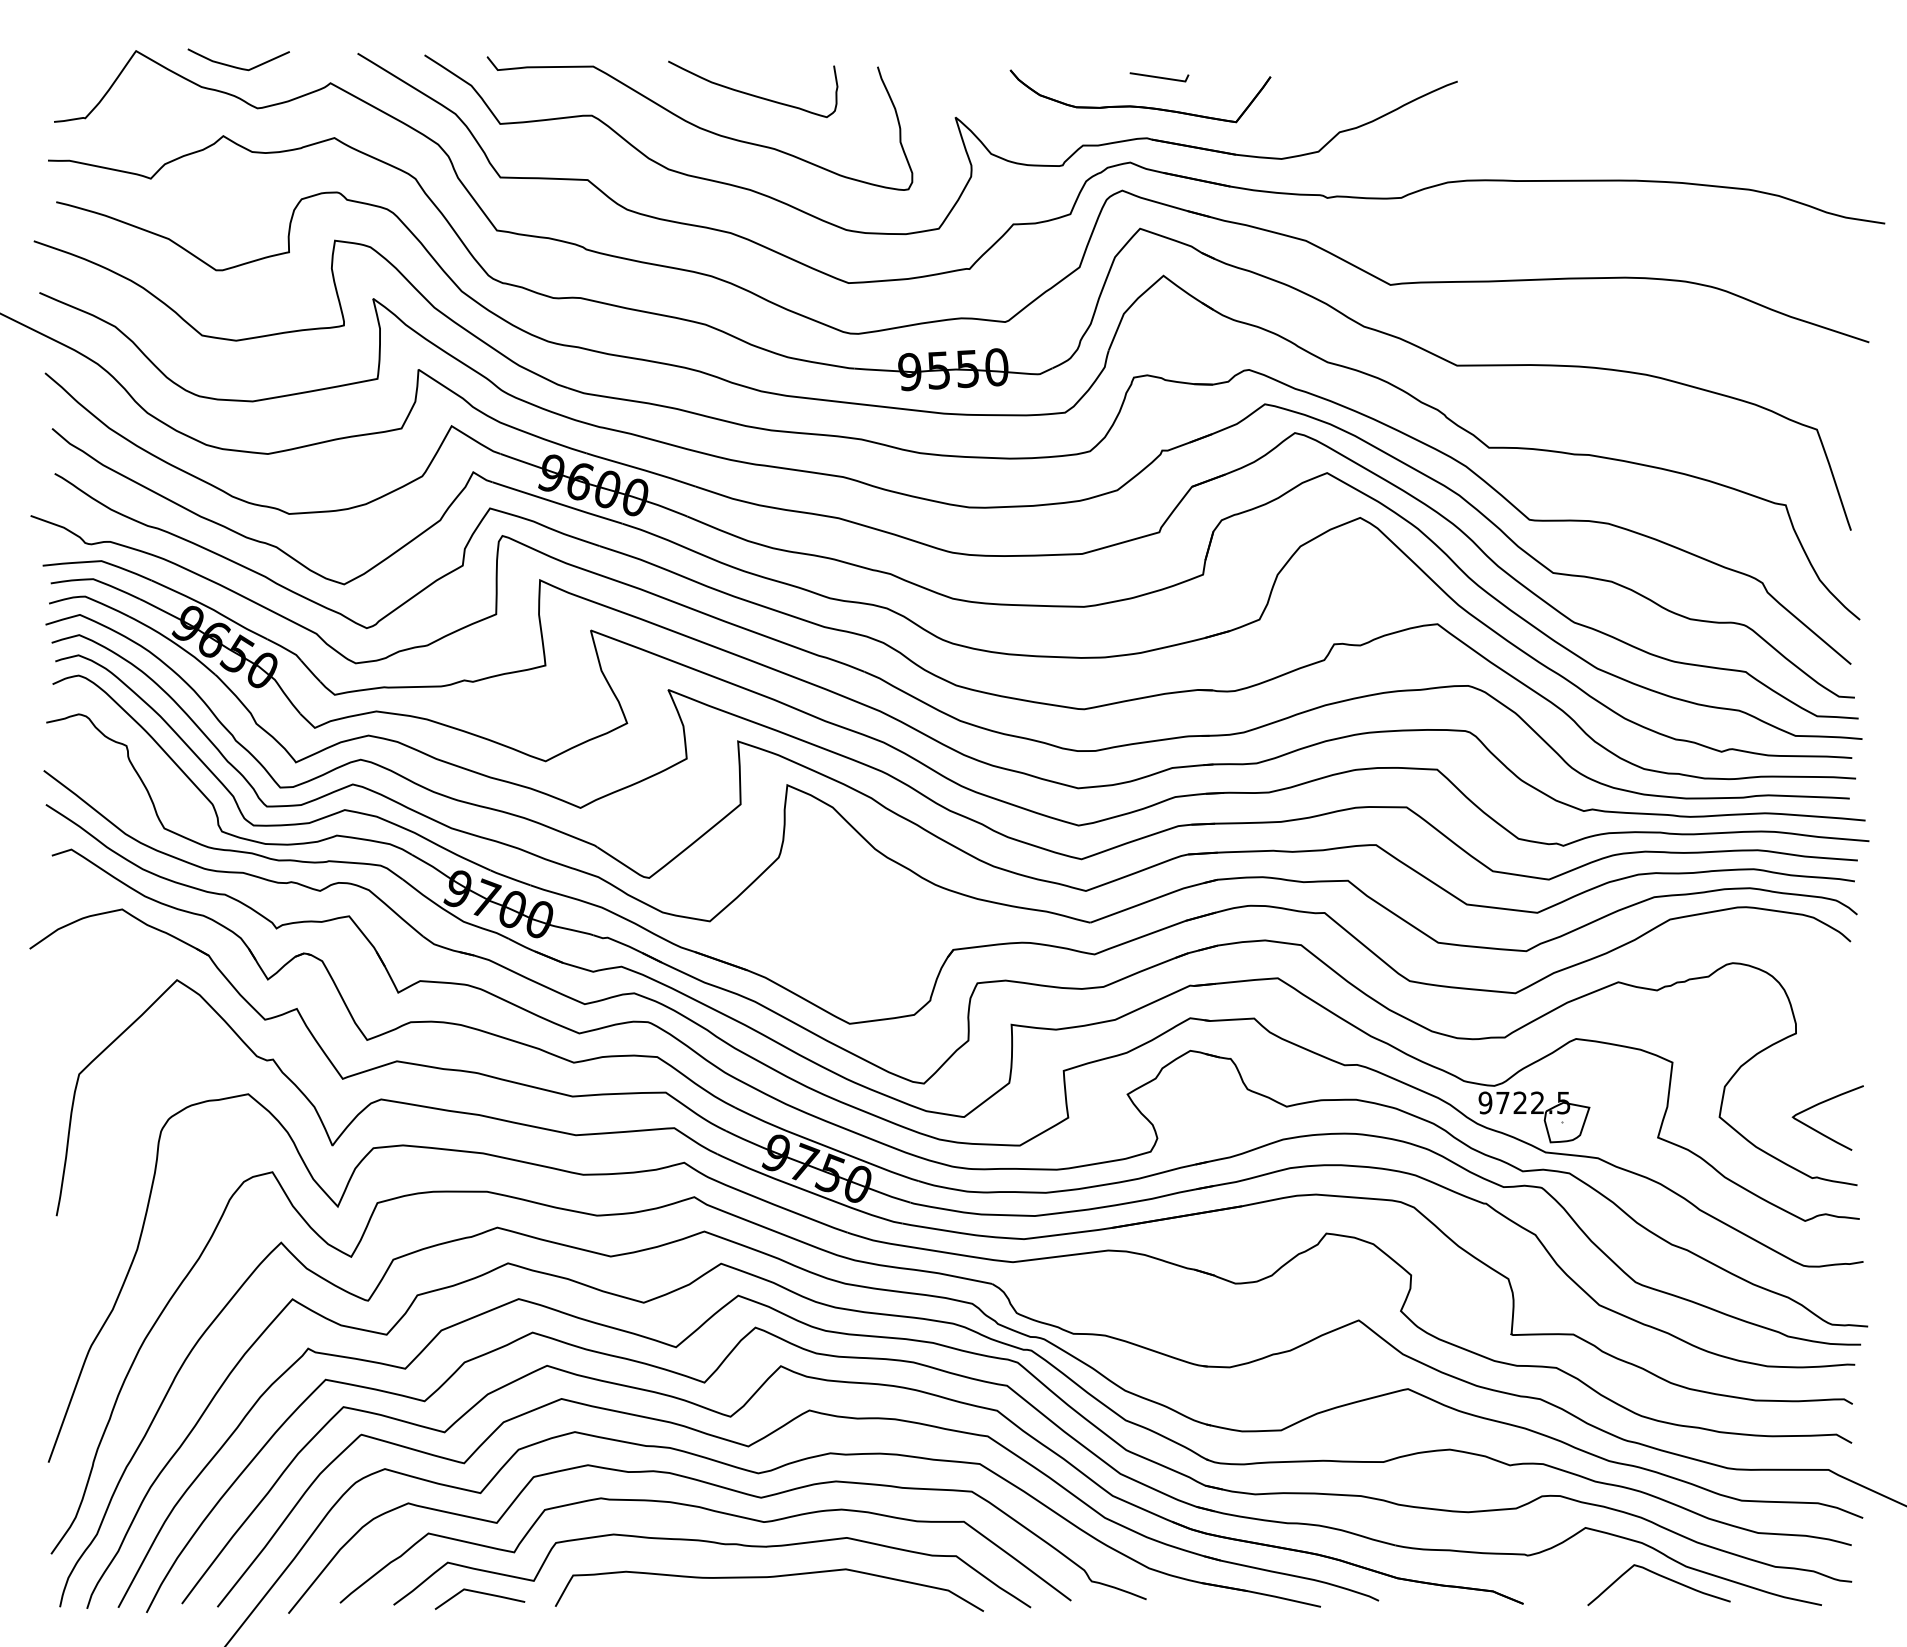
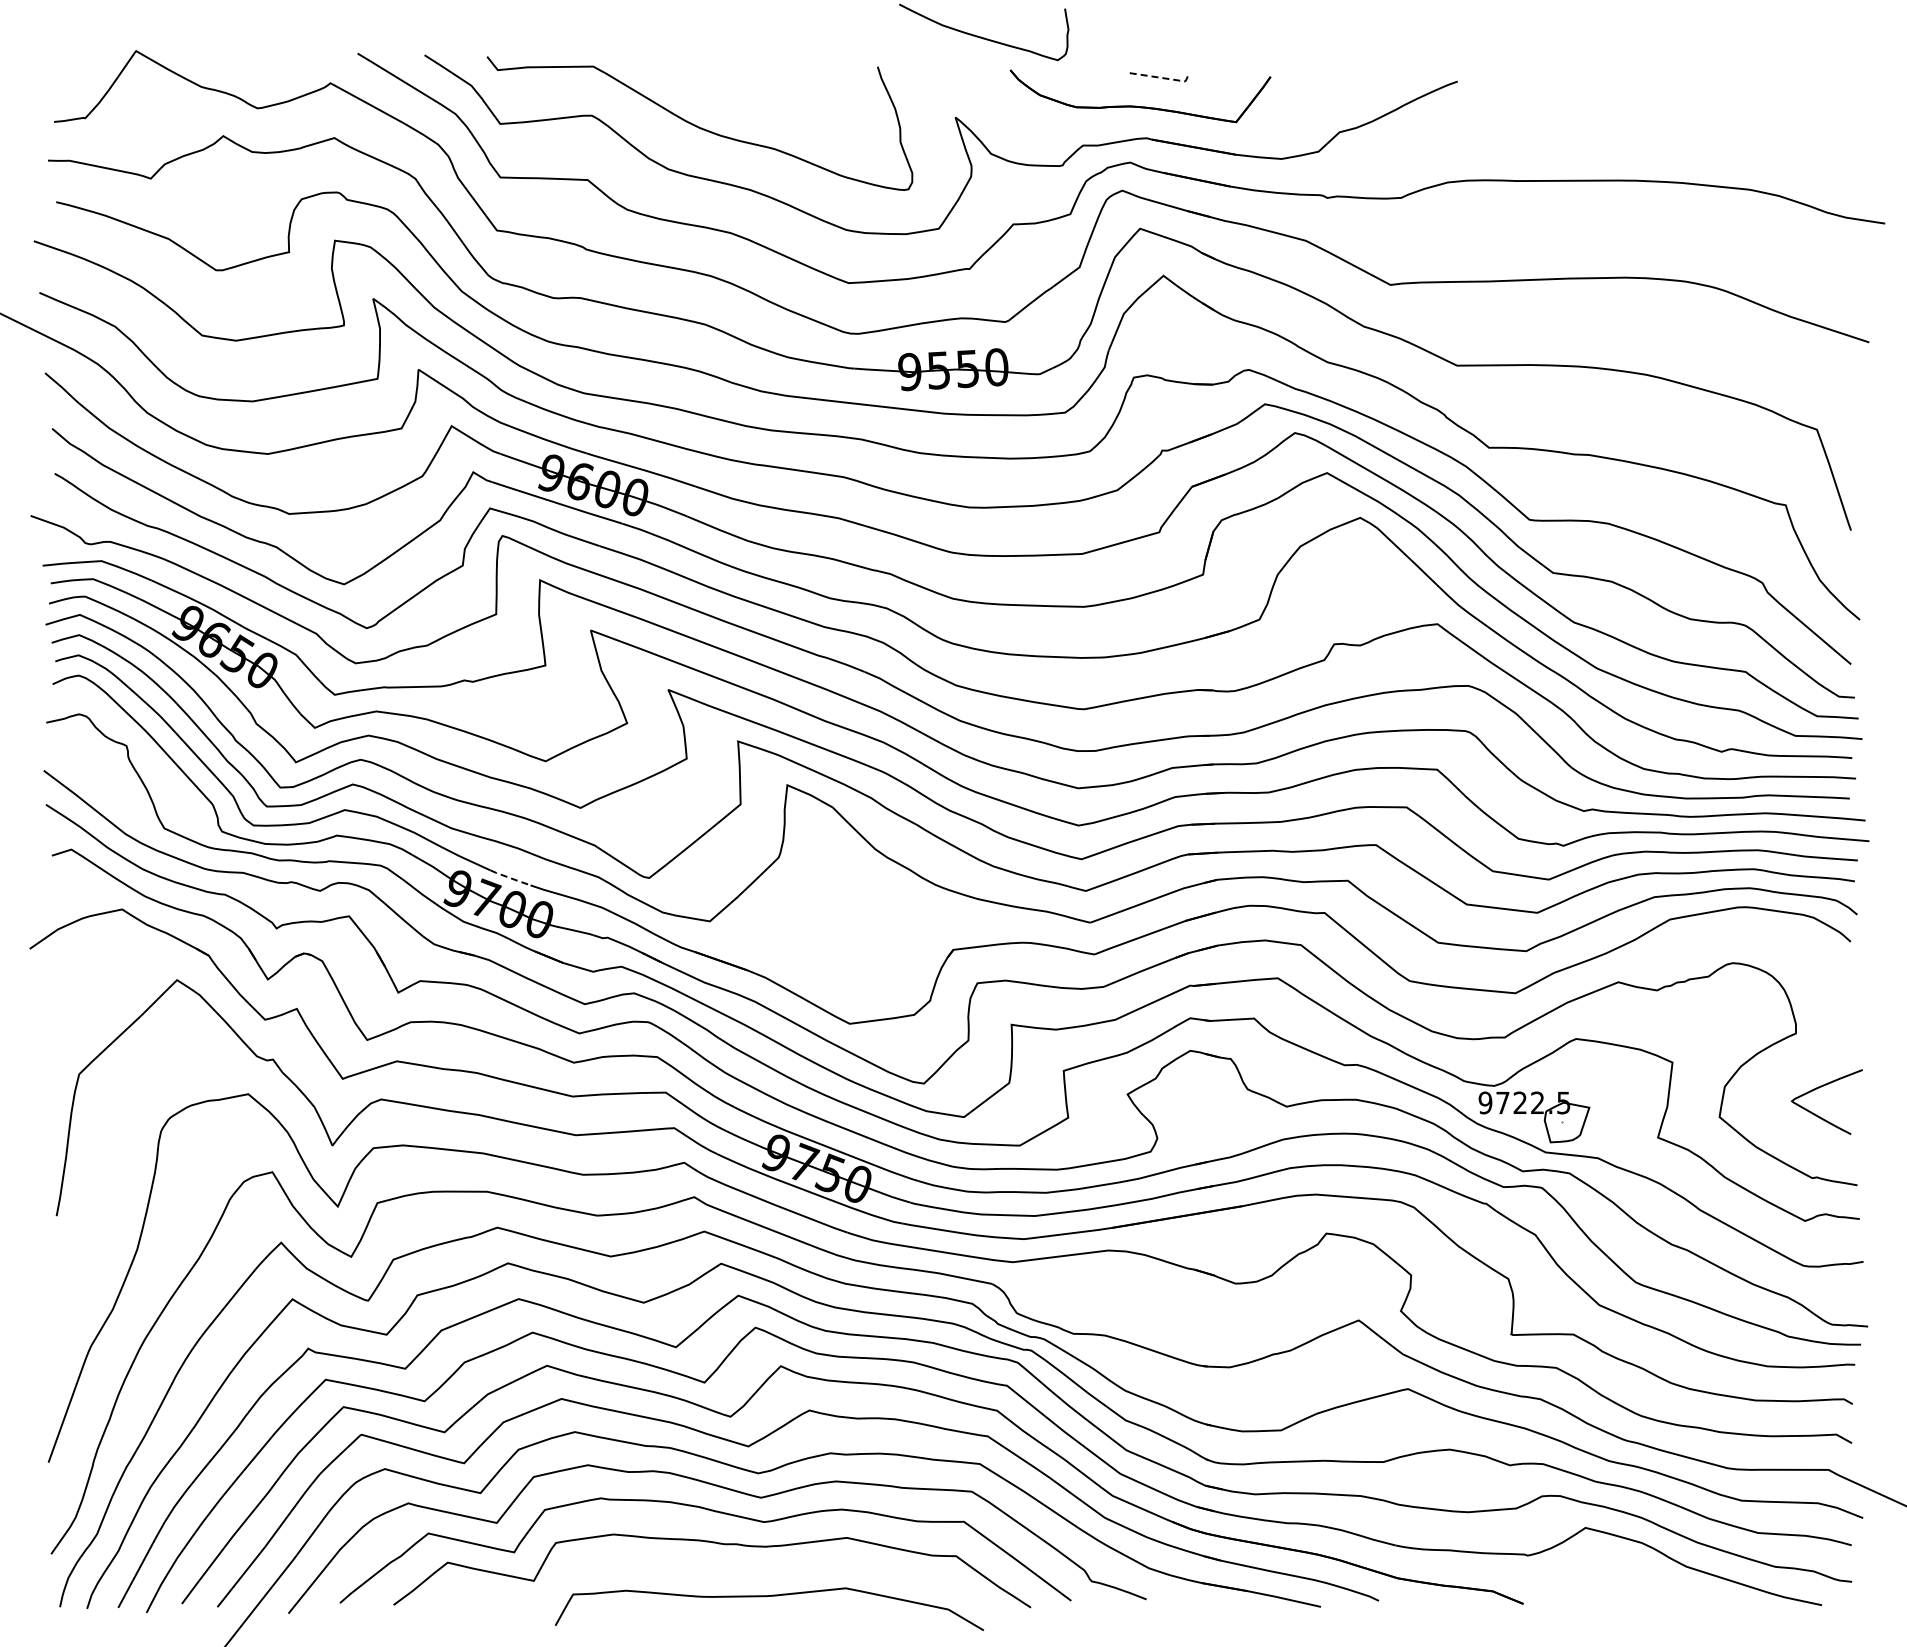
curve at (236, 66): present -> none
line at (1161, 77): solid -> dashed
curve at (750, 93) position: (750, 93) -> (981, 36)
line at (510, 878): solid -> dashed
curve at (1820, 1104) position: (1820, 1104) -> (1819, 1088)
curve at (1662, 1577): present -> none
curve at (765, 1578) position: (765, 1578) -> (765, 1597)
line at (479, 1593): present -> none
